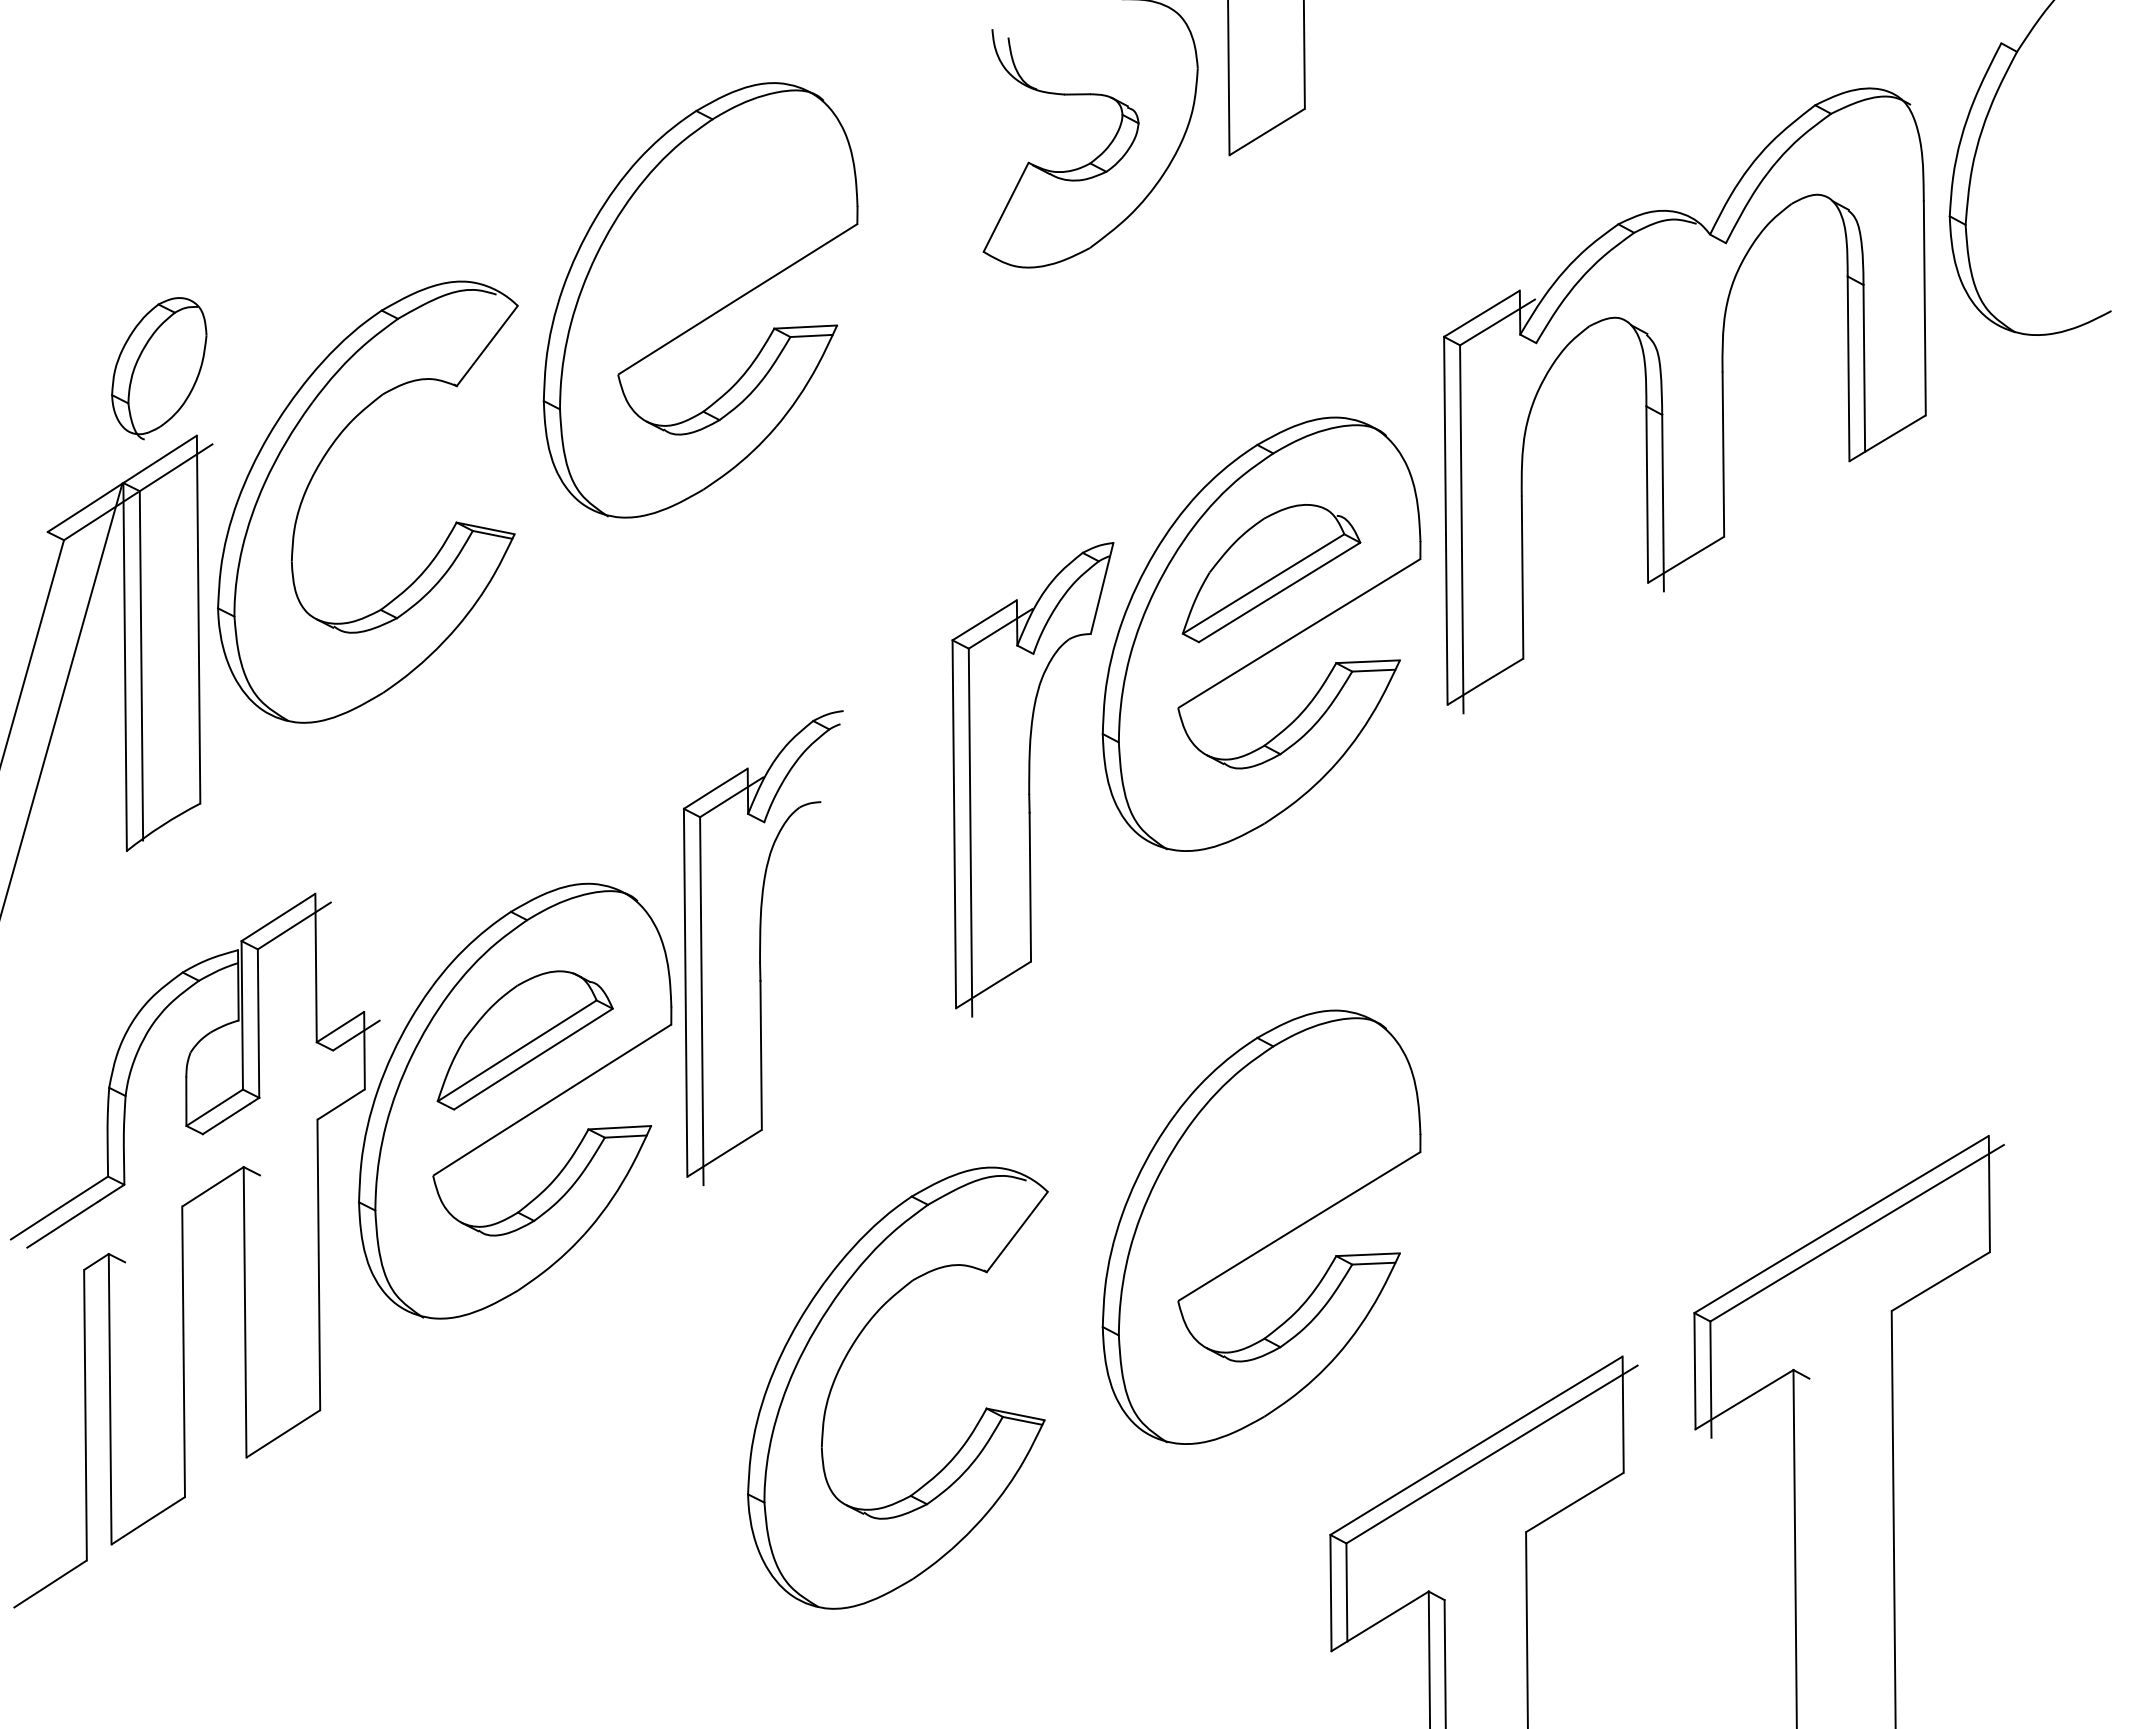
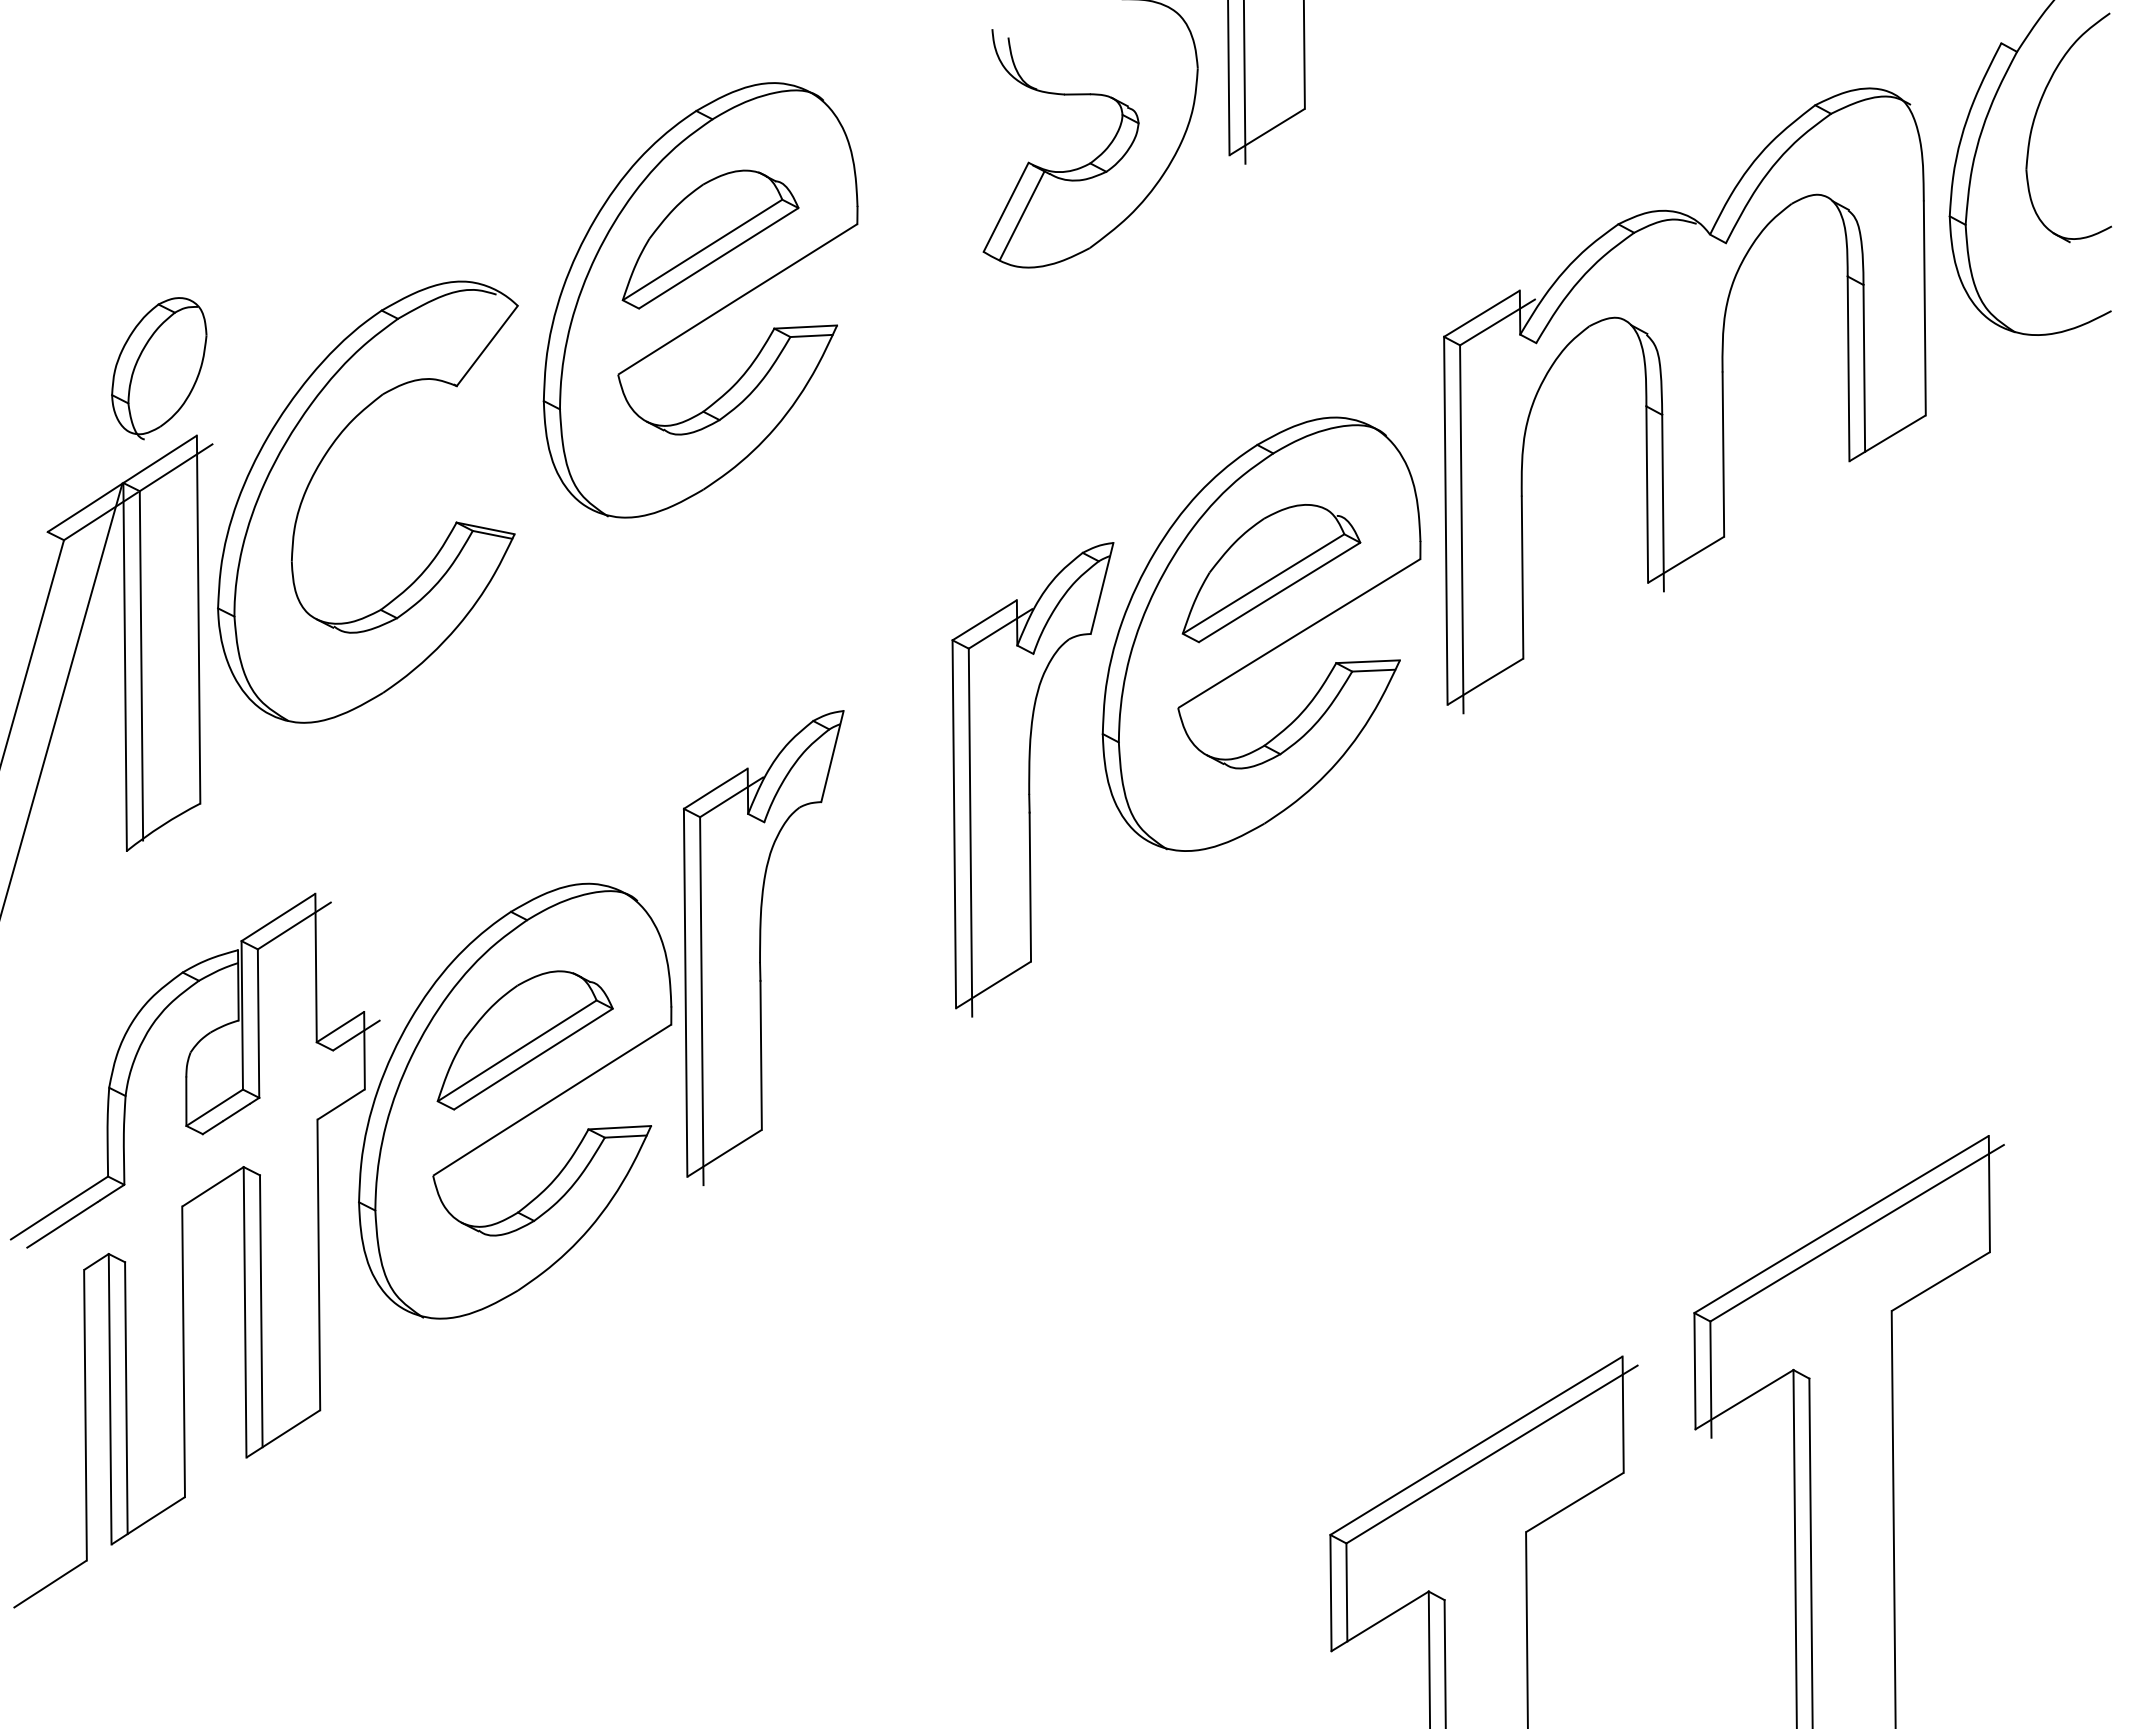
line at (1244, 82): none -> present
part at (2036, 116): none -> present
line at (1021, 215): none -> present
part at (710, 239): none -> present
line at (832, 756): none -> present
part at (1261, 1226): present -> none
line at (261, 1311): none -> present
part at (844, 1361): present -> none
line at (126, 1398): none -> present
line at (1810, 1551): none -> present
